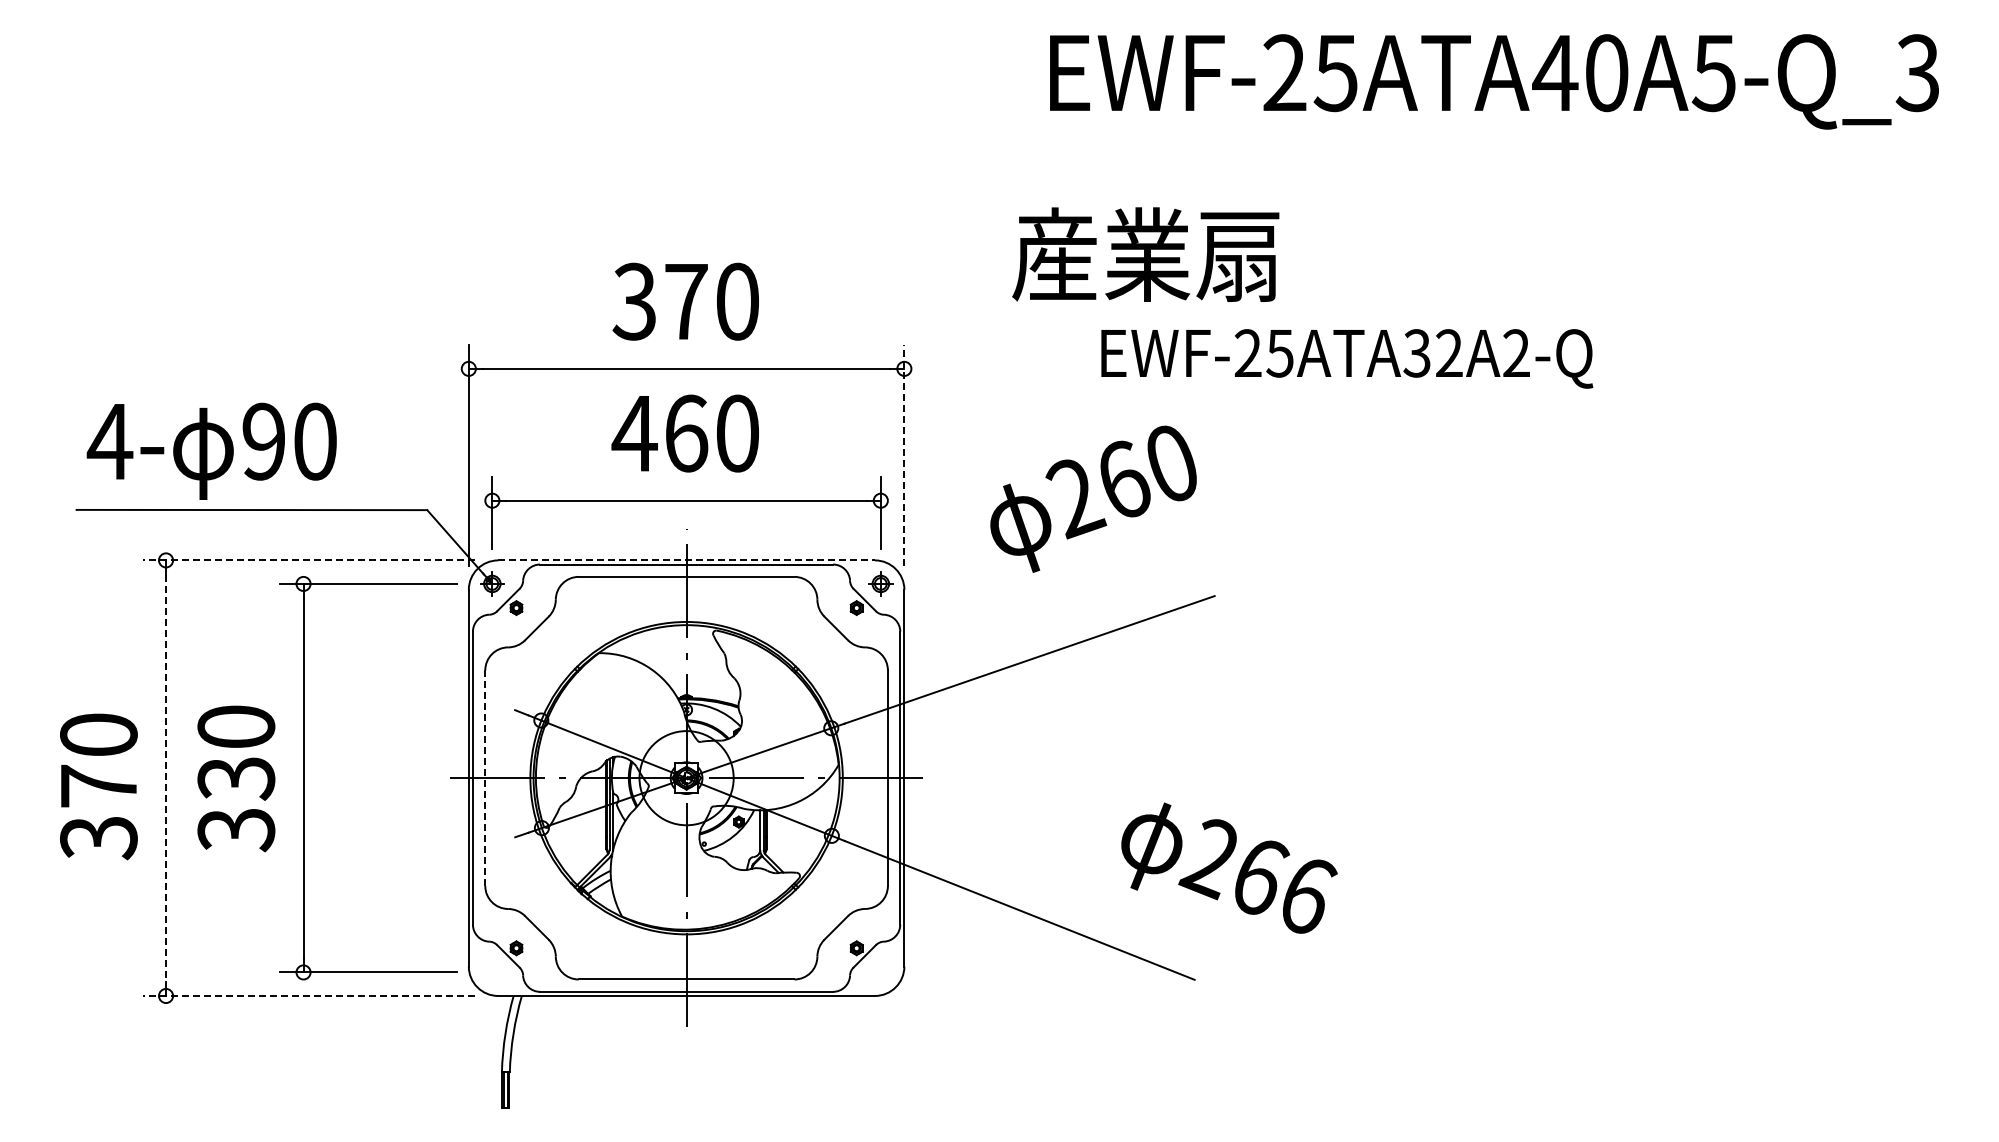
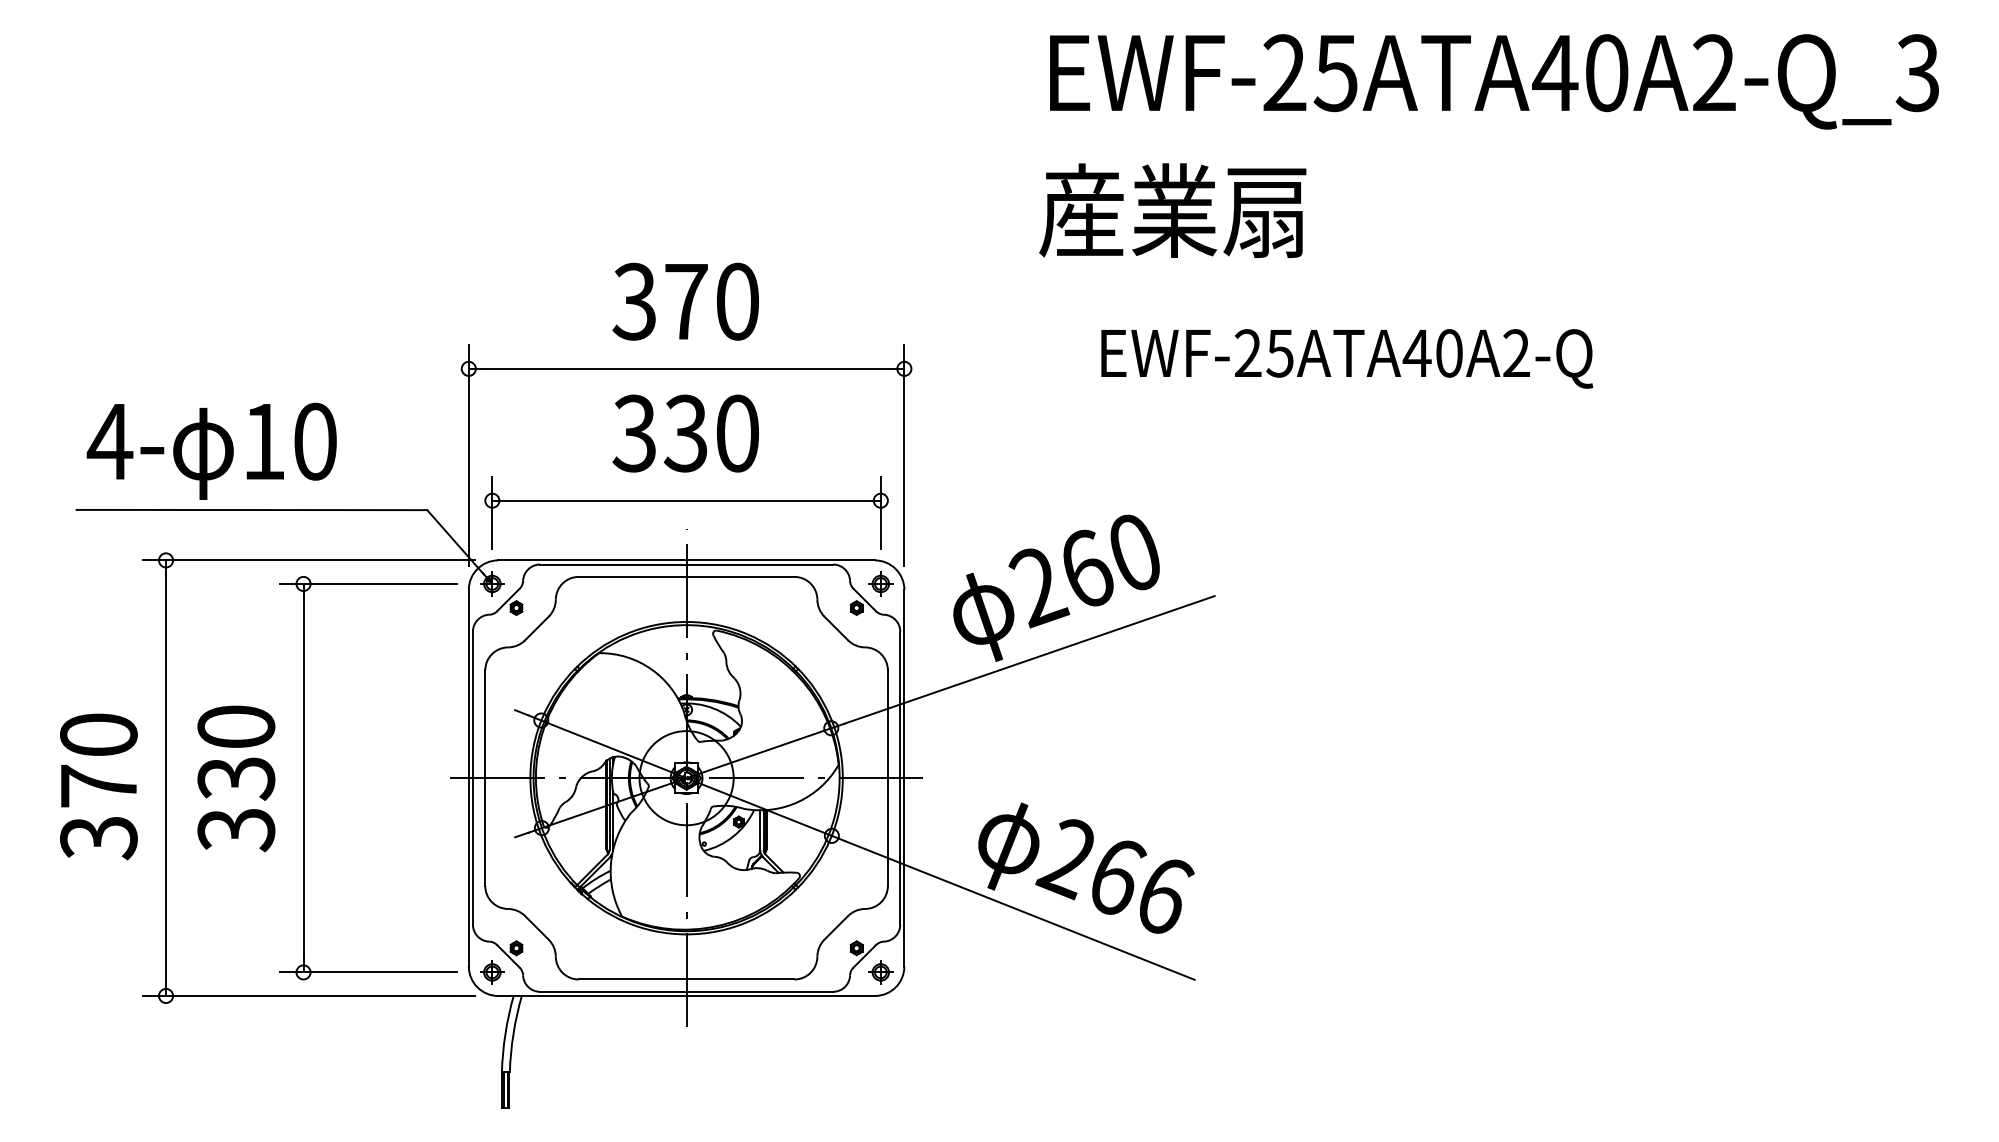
text at (1713, 73): EWF-25ATA40A5-Q_3 -> EWF-25ATA40A2-Q_3
text at (1145, 254) position: (1145, 254) -> (1172, 210)
text at (1432, 353): EWF-25ATA32A2-Q -> EWF-25ATA40A2-Q
text at (659, 433): 460 -> 330
text at (263, 441): 90 -> 10
line at (904, 455): dashed -> solid
text at (1093, 498) position: (1093, 498) -> (1056, 587)
line at (308, 560): dashed -> solid
line at (687, 560): dashed -> solid
line at (166, 778): dashed -> solid
line at (485, 778): dashed -> solid
text at (1229, 867) position: (1229, 867) -> (1086, 867)
part at (492, 972): none -> present
part at (880, 972): none -> present
line at (308, 995): dashed -> solid
